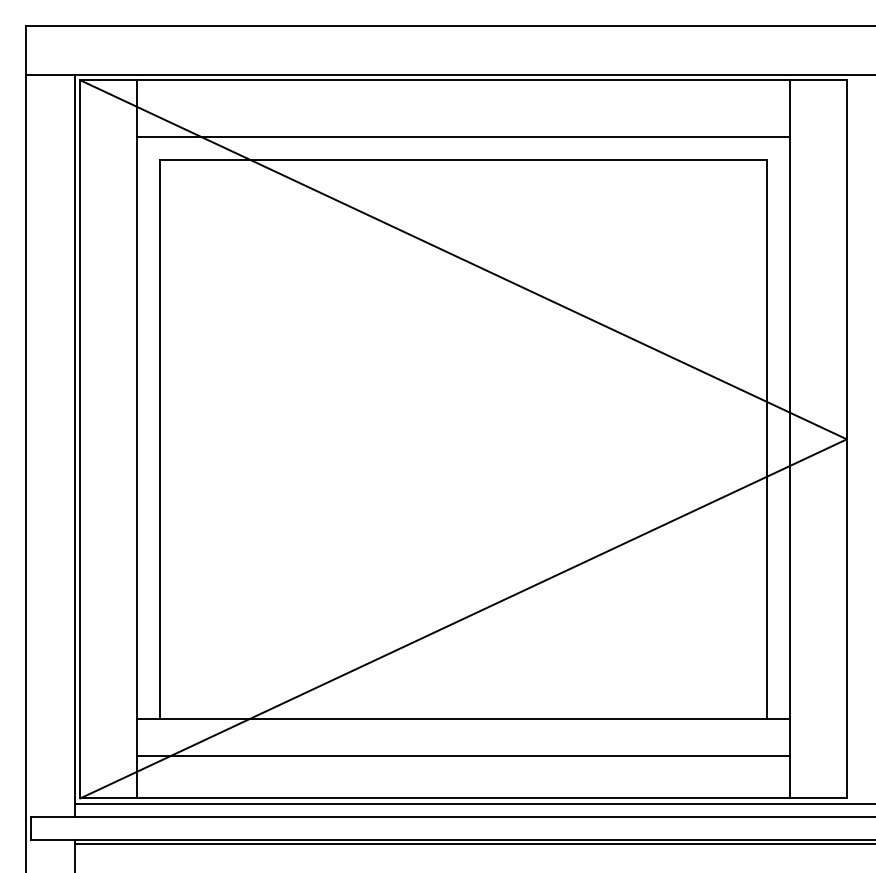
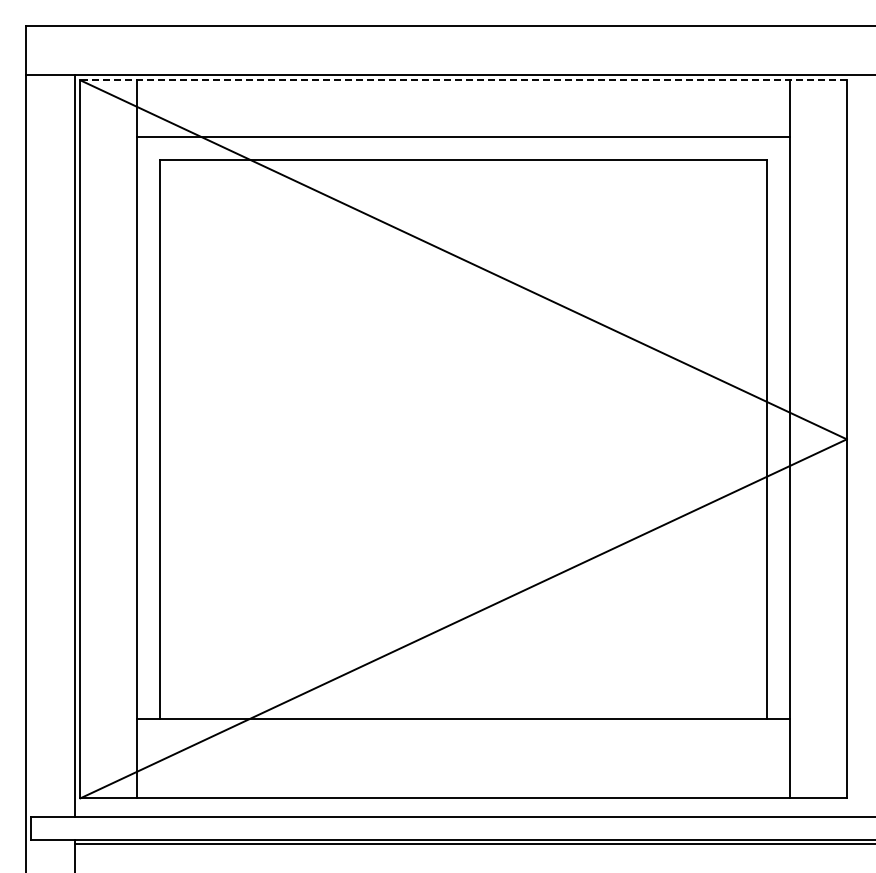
line at (463, 80): solid -> dashed
line at (463, 755): present -> none
line at (473, 804): present -> none
